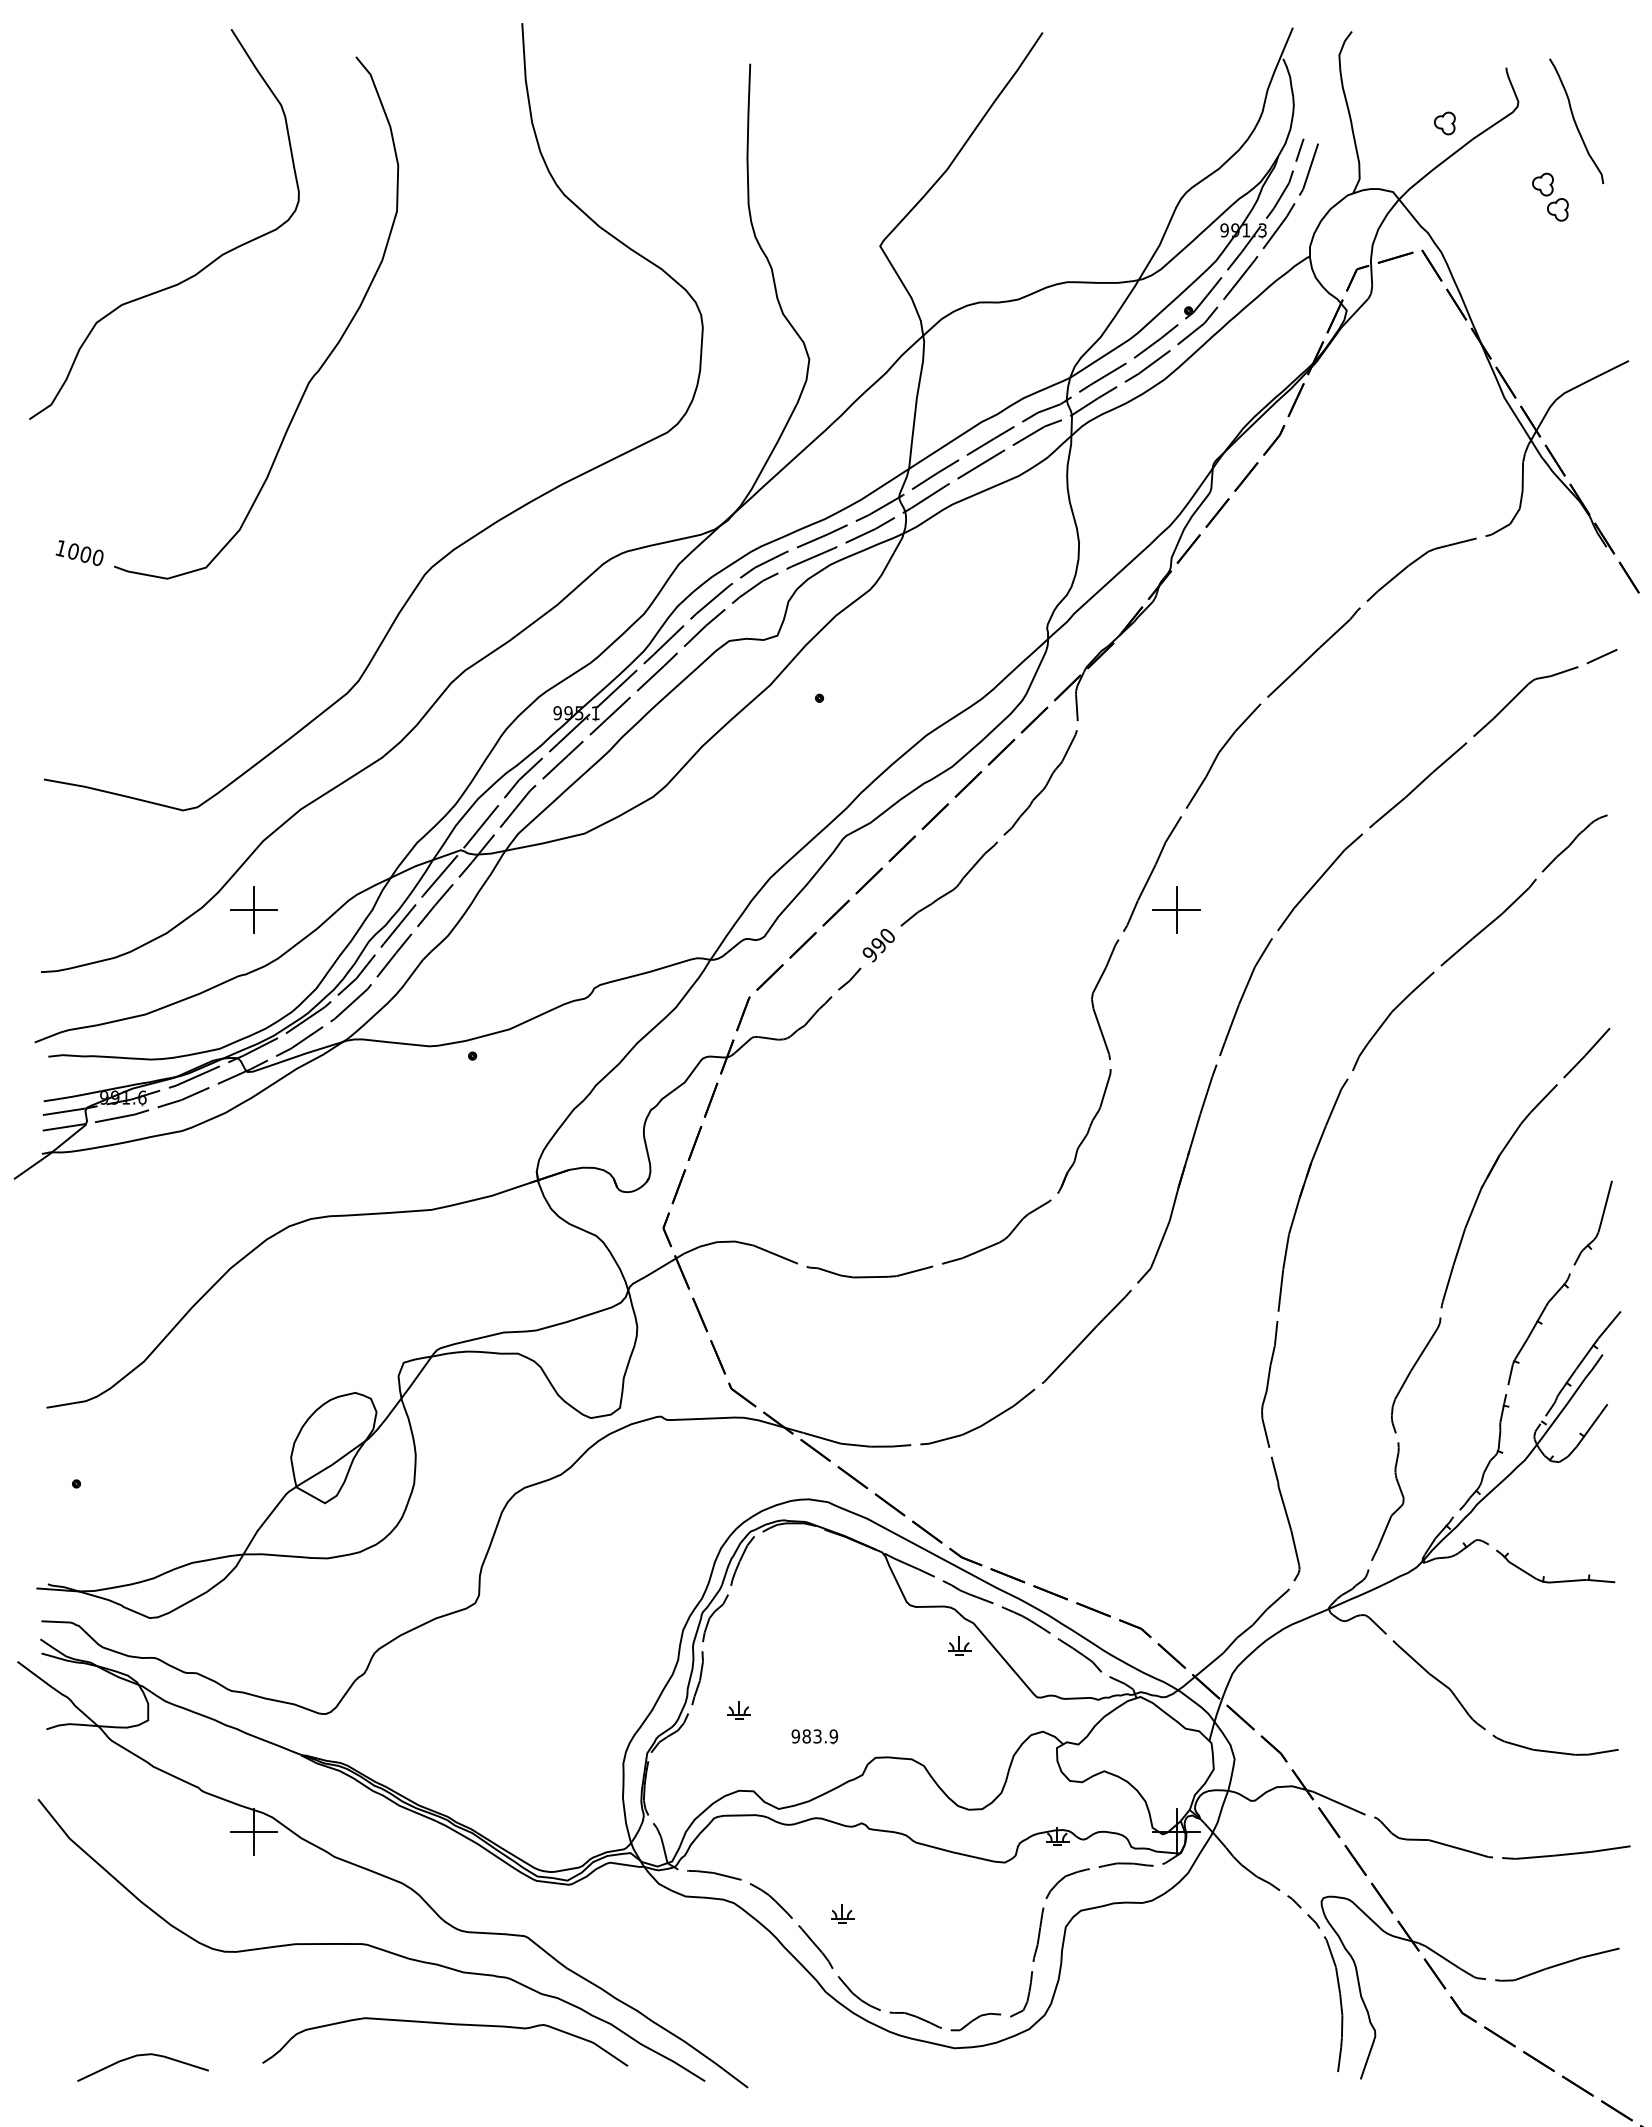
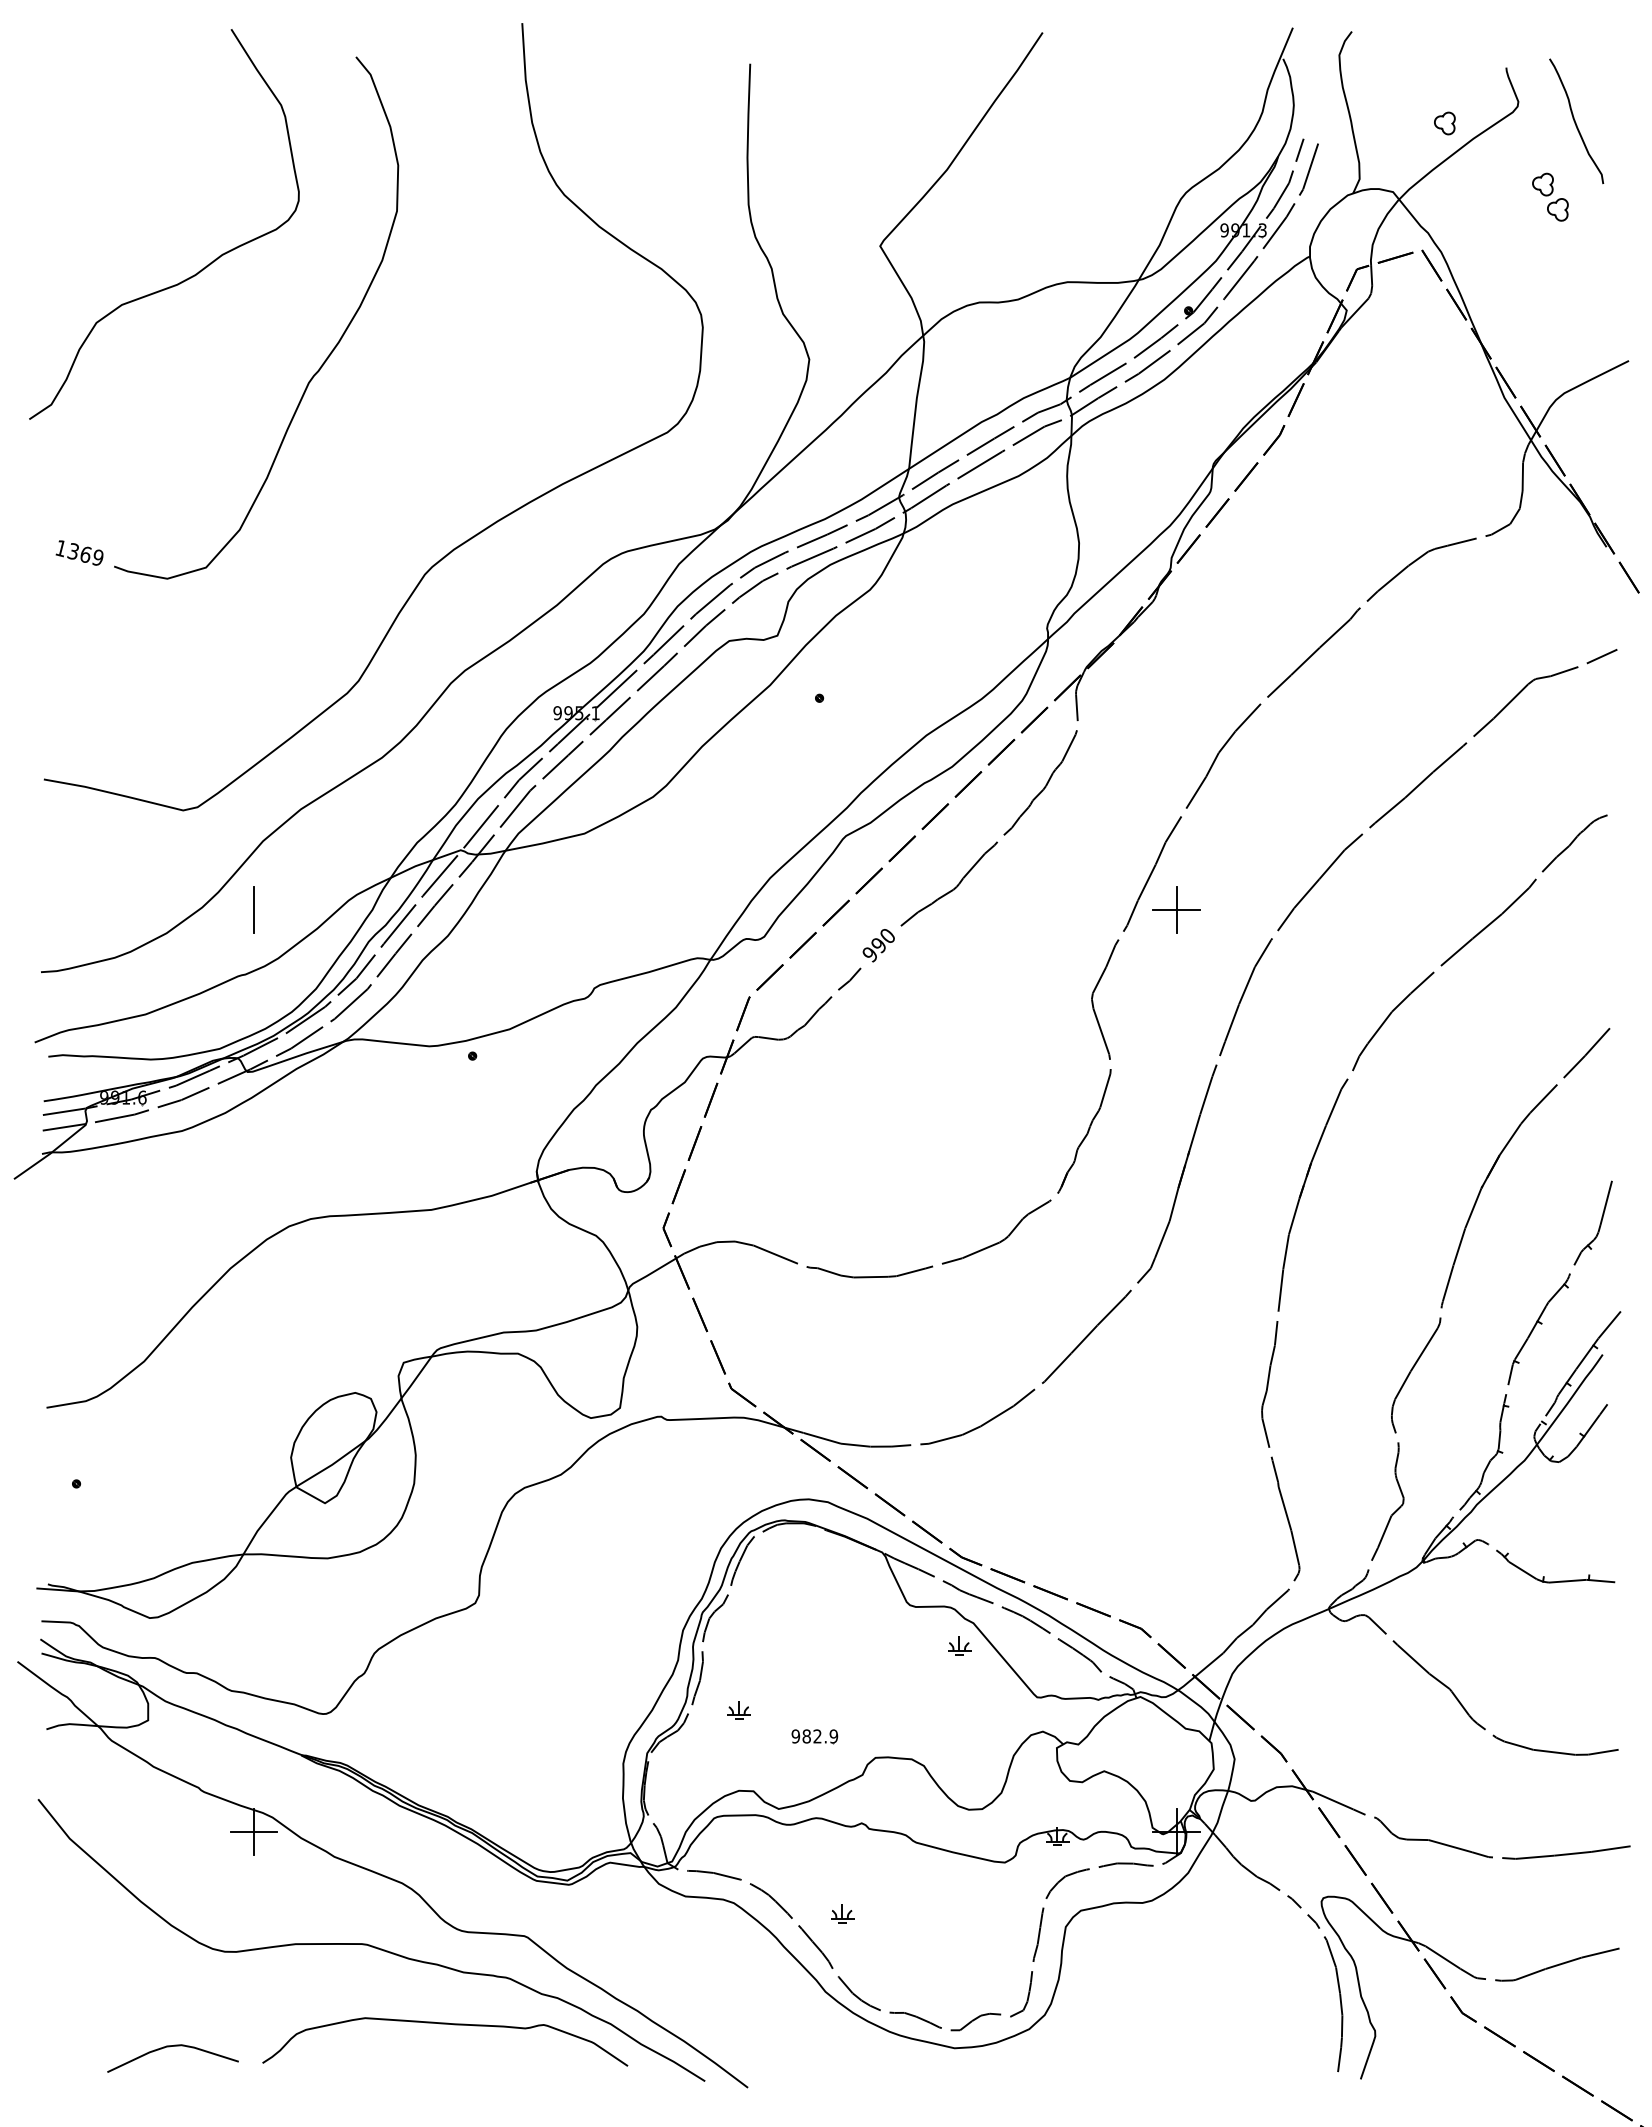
text at (85, 554): 1000 -> 1369
line at (253, 909): present -> none
text at (817, 1736): 983.9 -> 982.9
curve at (140, 2056) position: (140, 2056) -> (170, 2047)
